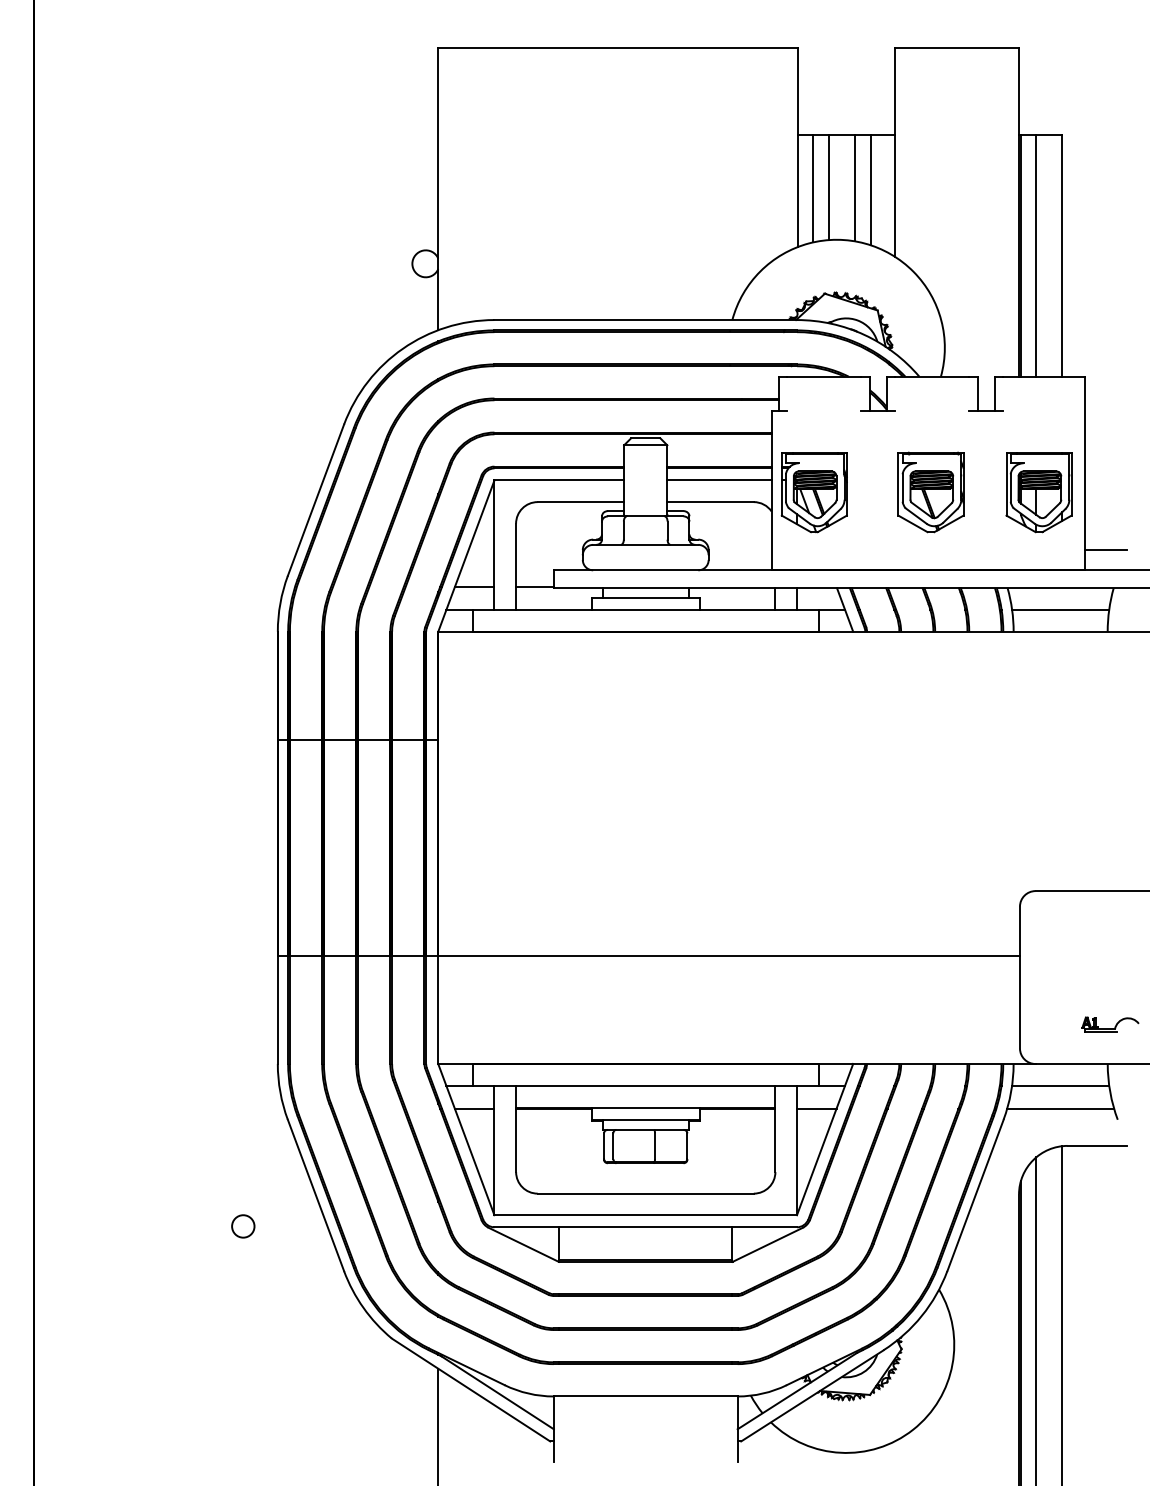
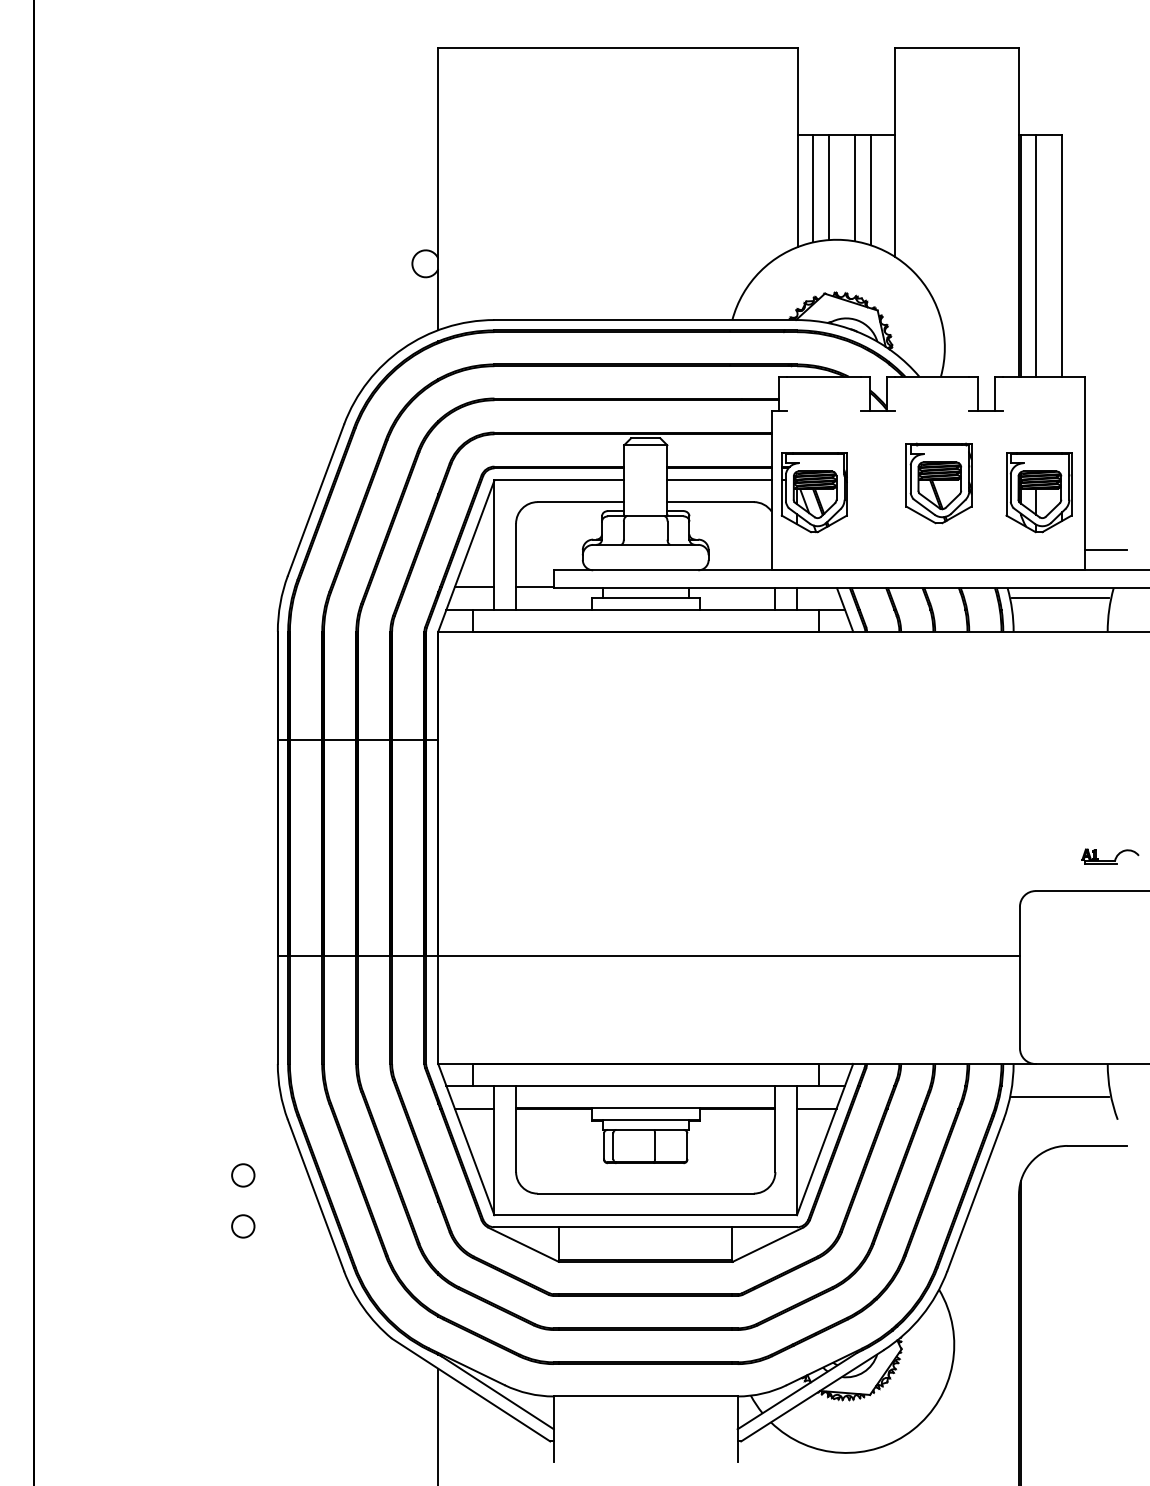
part at (930, 492) position: (930, 492) -> (938, 483)
line at (1060, 610) position: (1060, 610) -> (1060, 598)
part at (1110, 1024) position: (1110, 1024) -> (1110, 856)
line at (1060, 1085) position: (1060, 1085) -> (1060, 1096)
line at (1060, 1108): present -> none
circle at (243, 1175): none -> present
line at (1062, 1314): present -> none
line at (1036, 1319): present -> none
